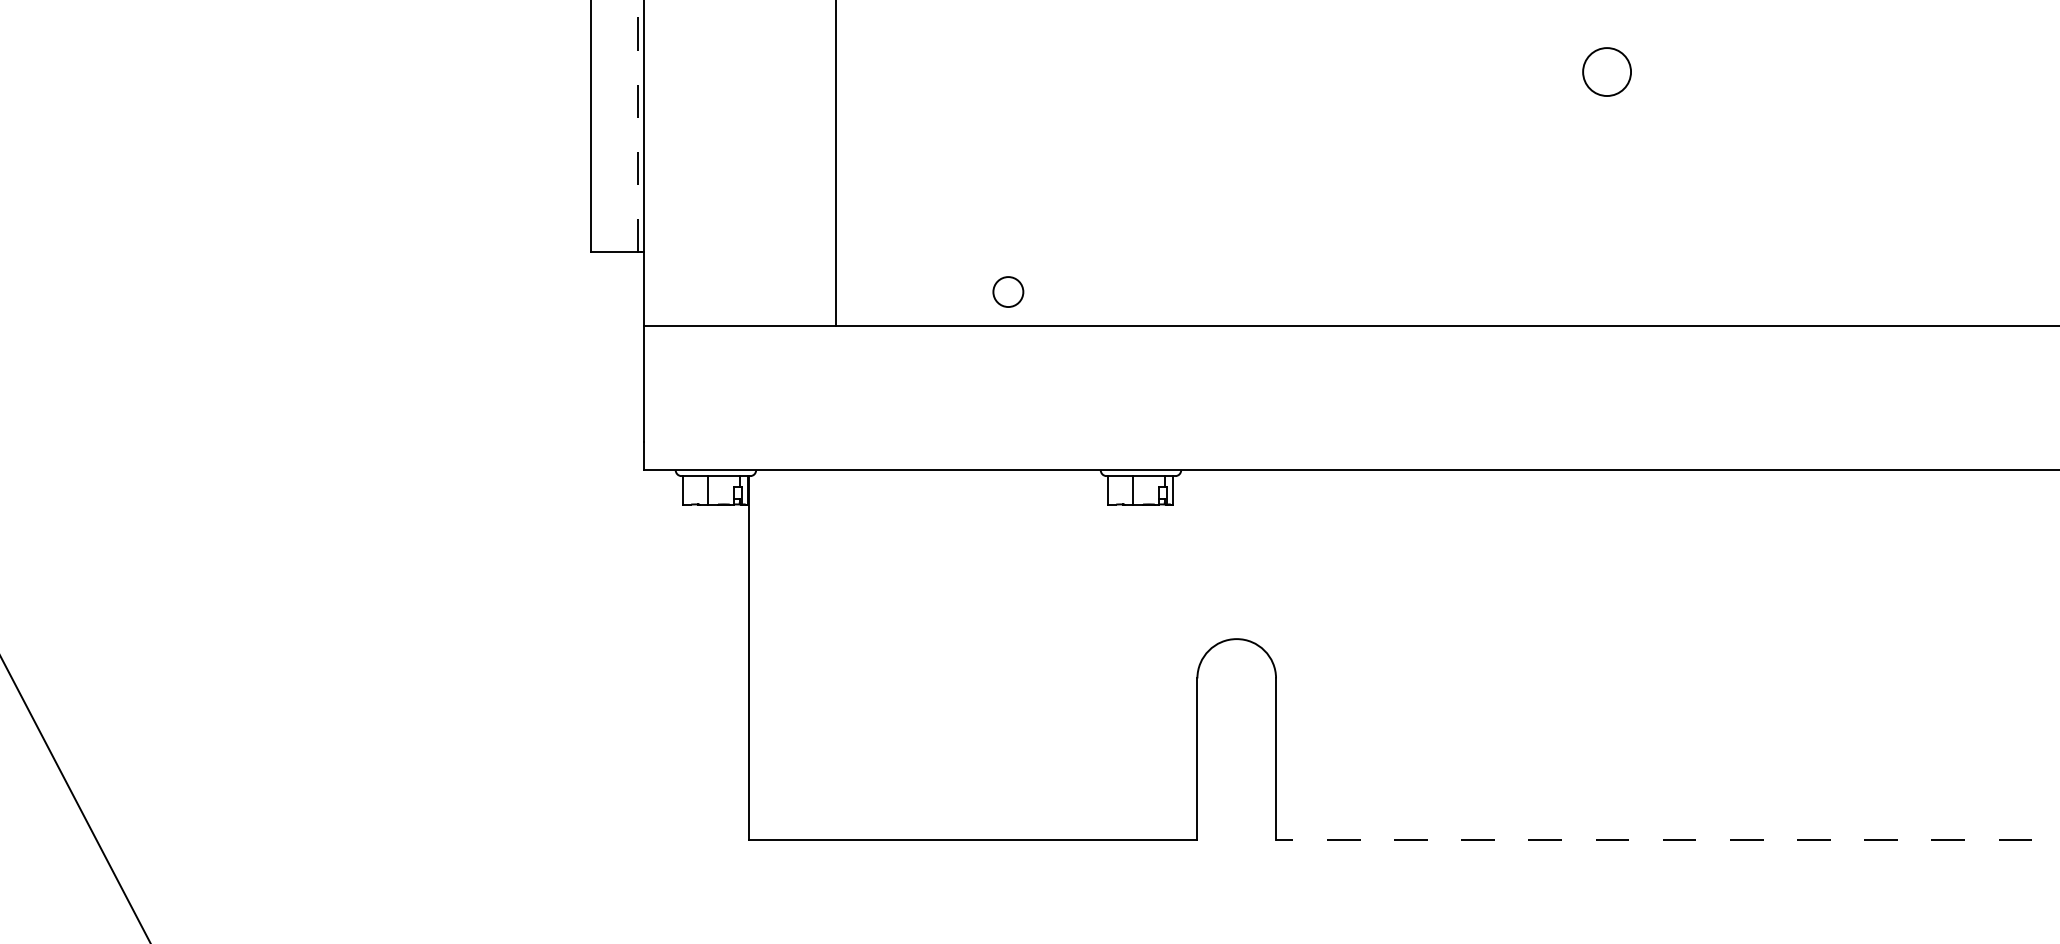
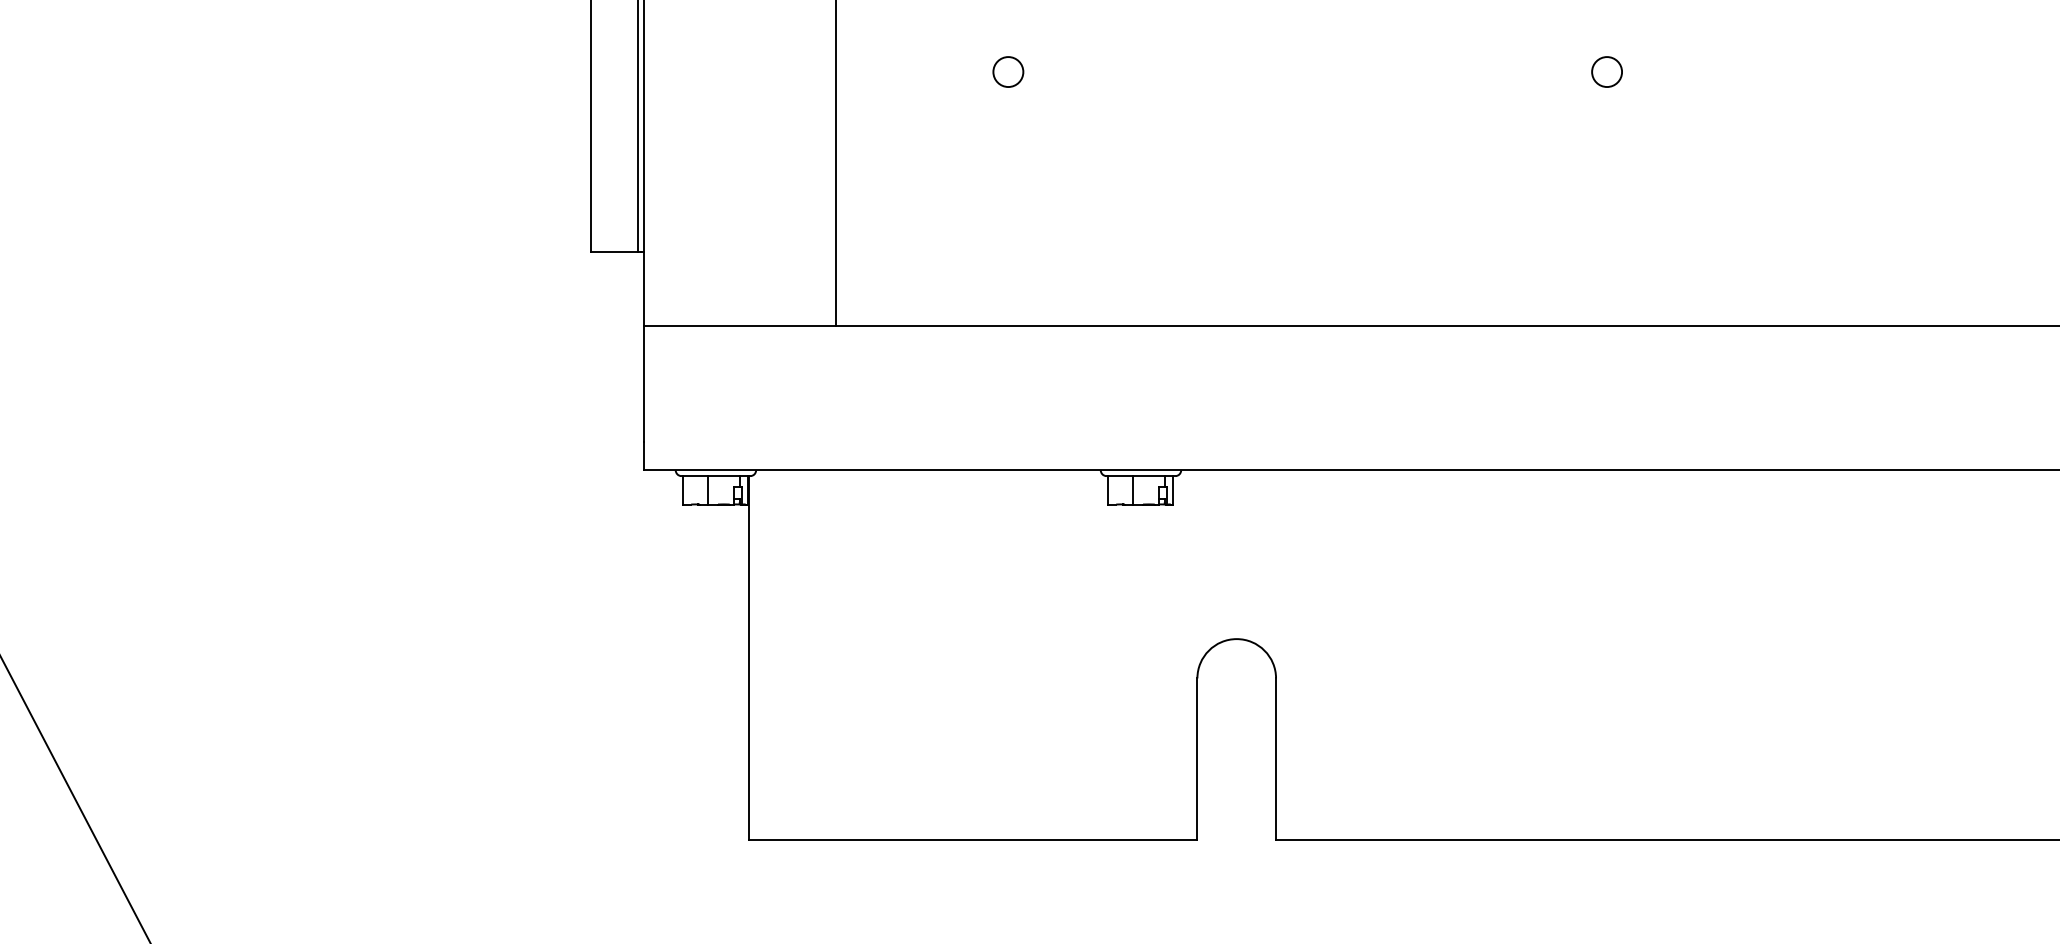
circle at (1607, 72) diameter: 48 px -> 30 px
line at (638, 126): dashed -> solid
circle at (1008, 291) position: (1008, 291) -> (1008, 71)
line at (1667, 839): dashed -> solid
